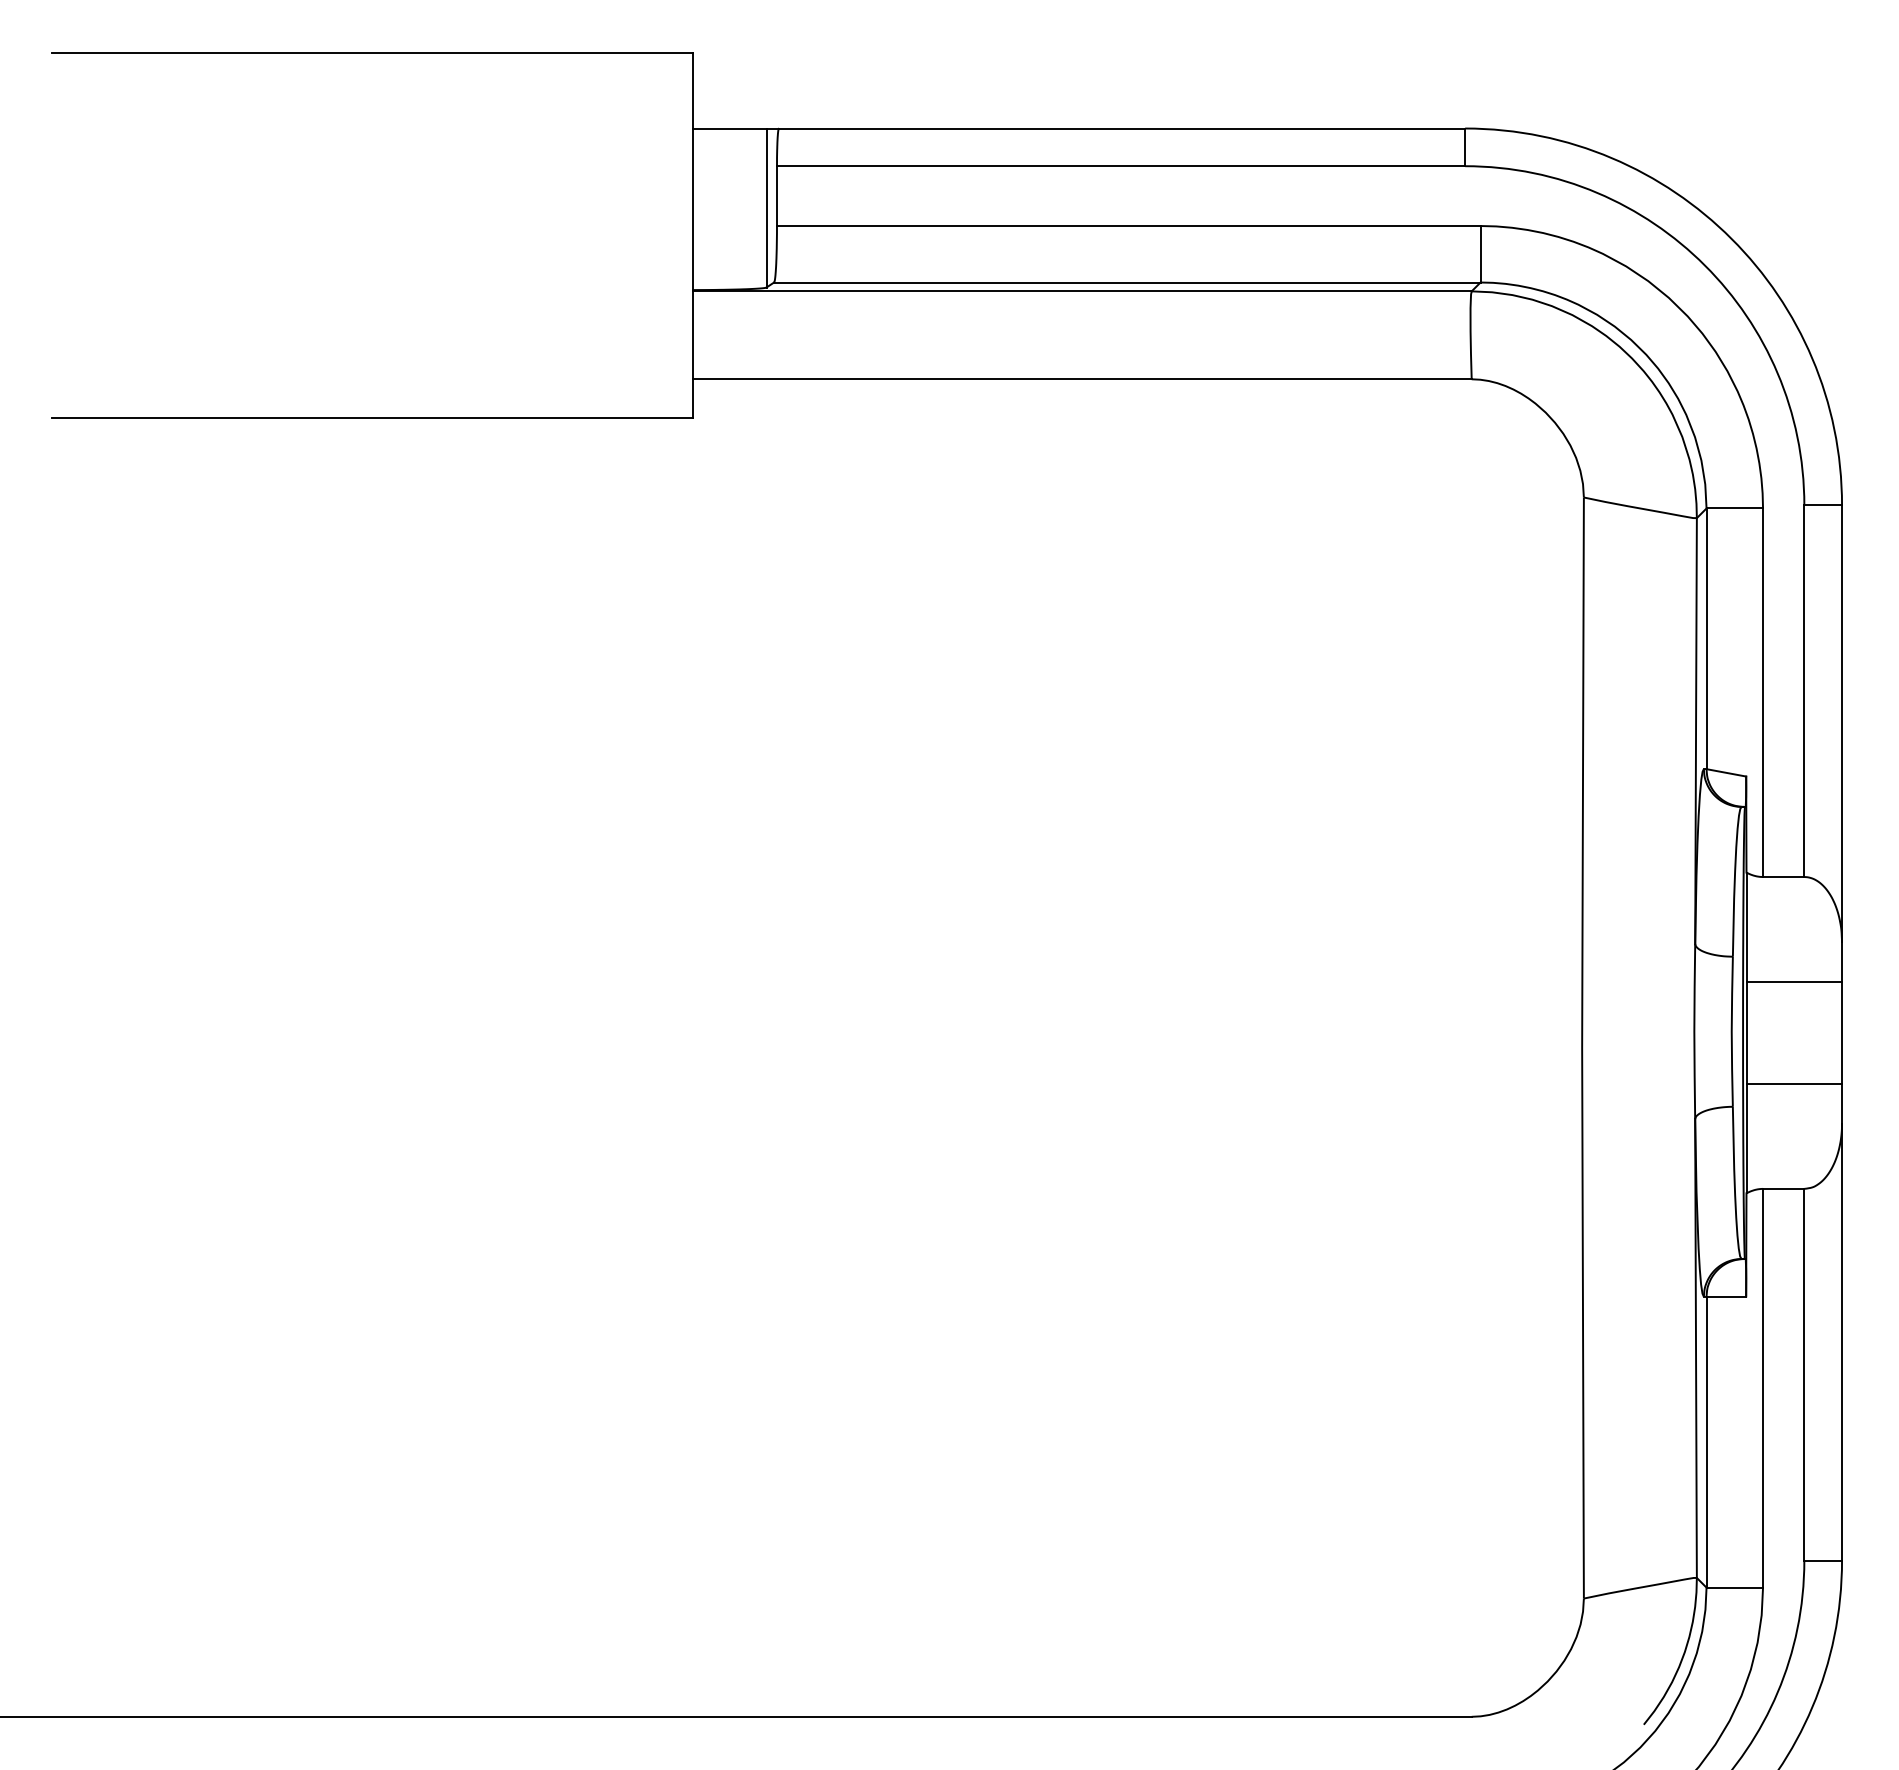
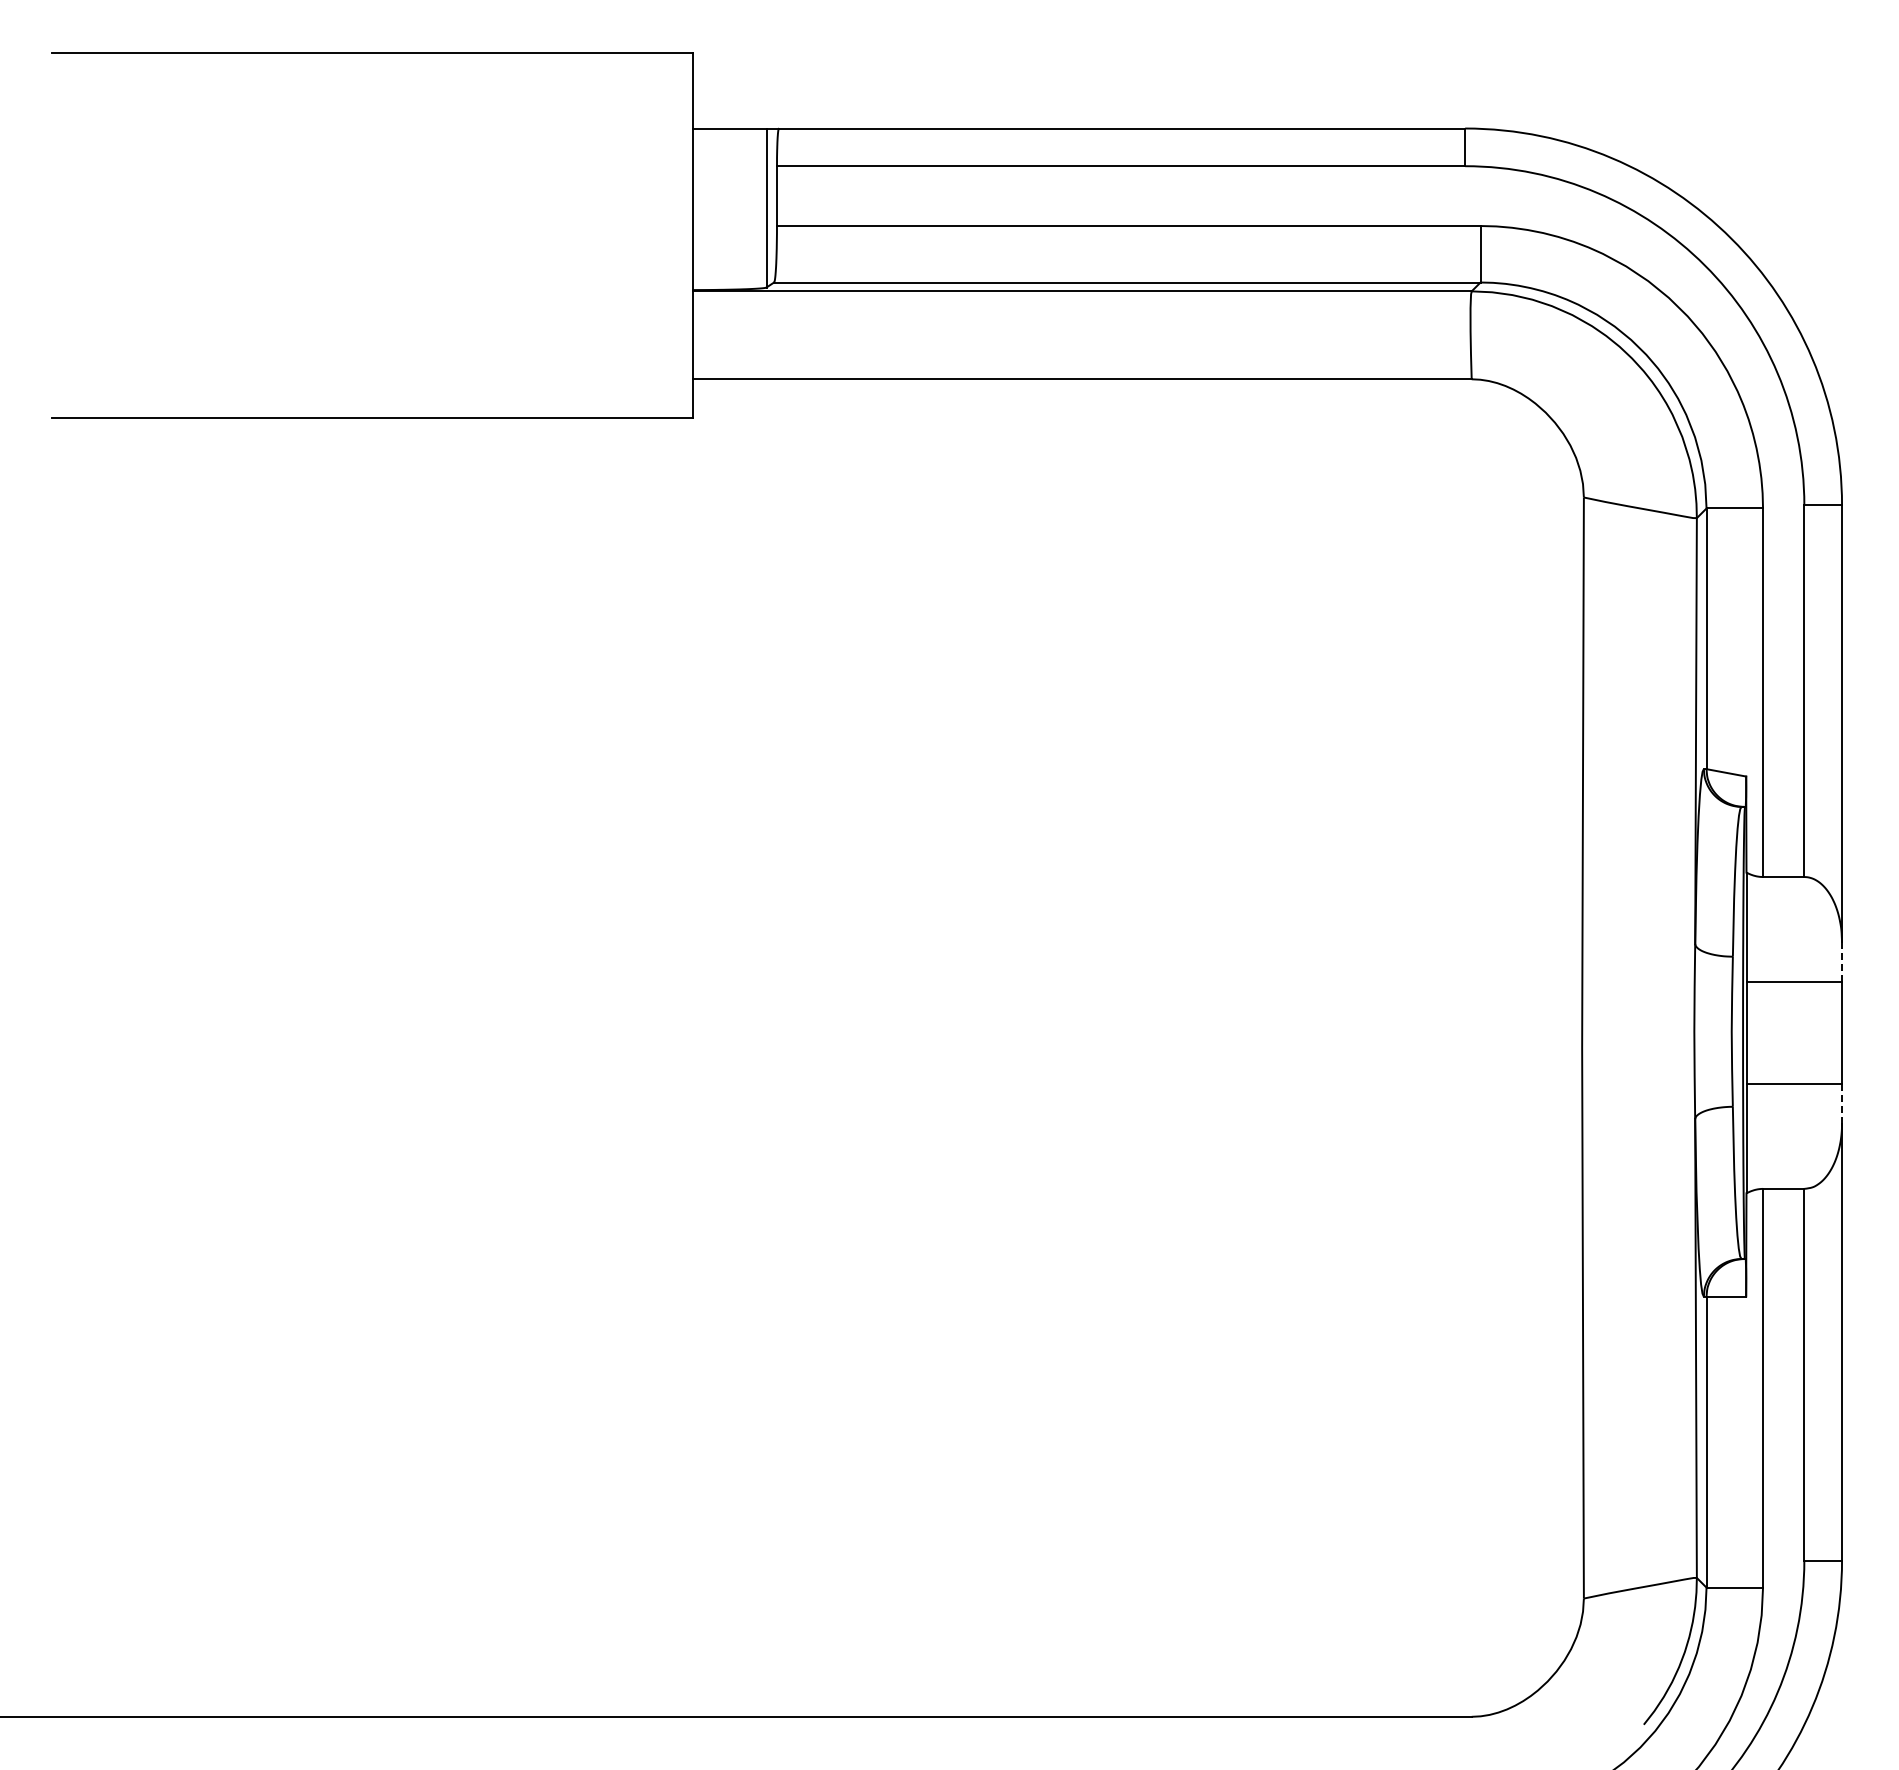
line at (1842, 961): solid -> dashed
line at (1842, 1103): solid -> dashed
